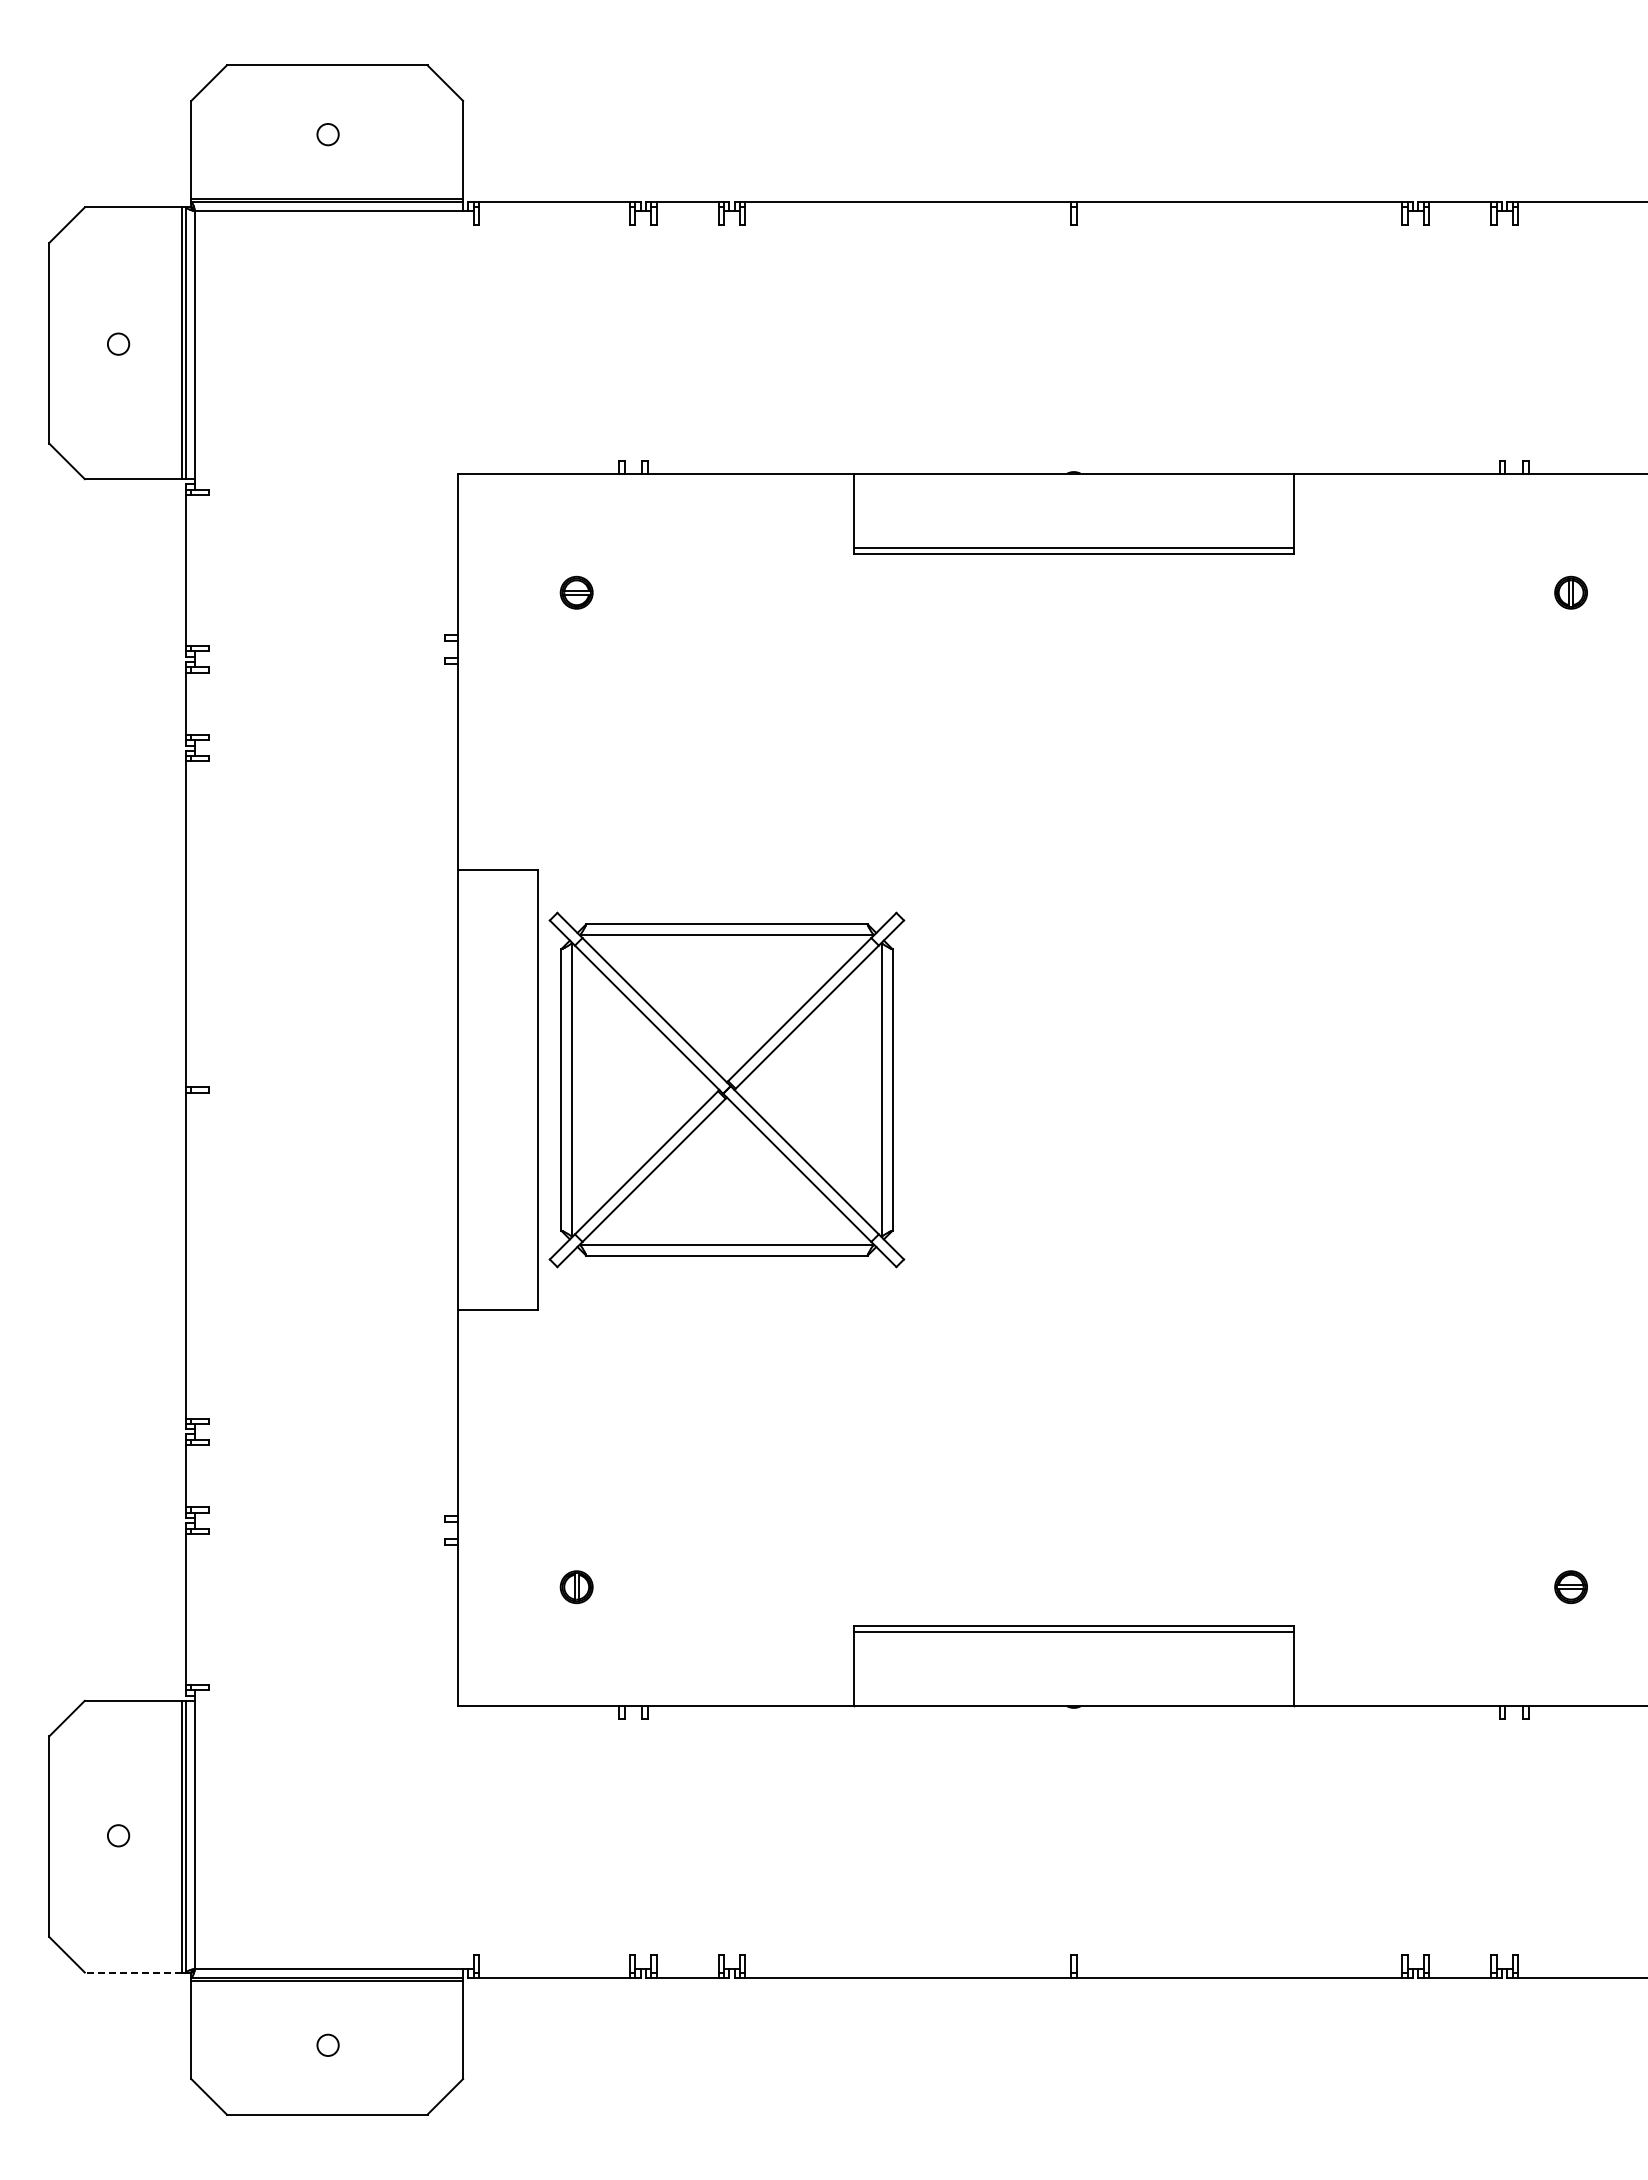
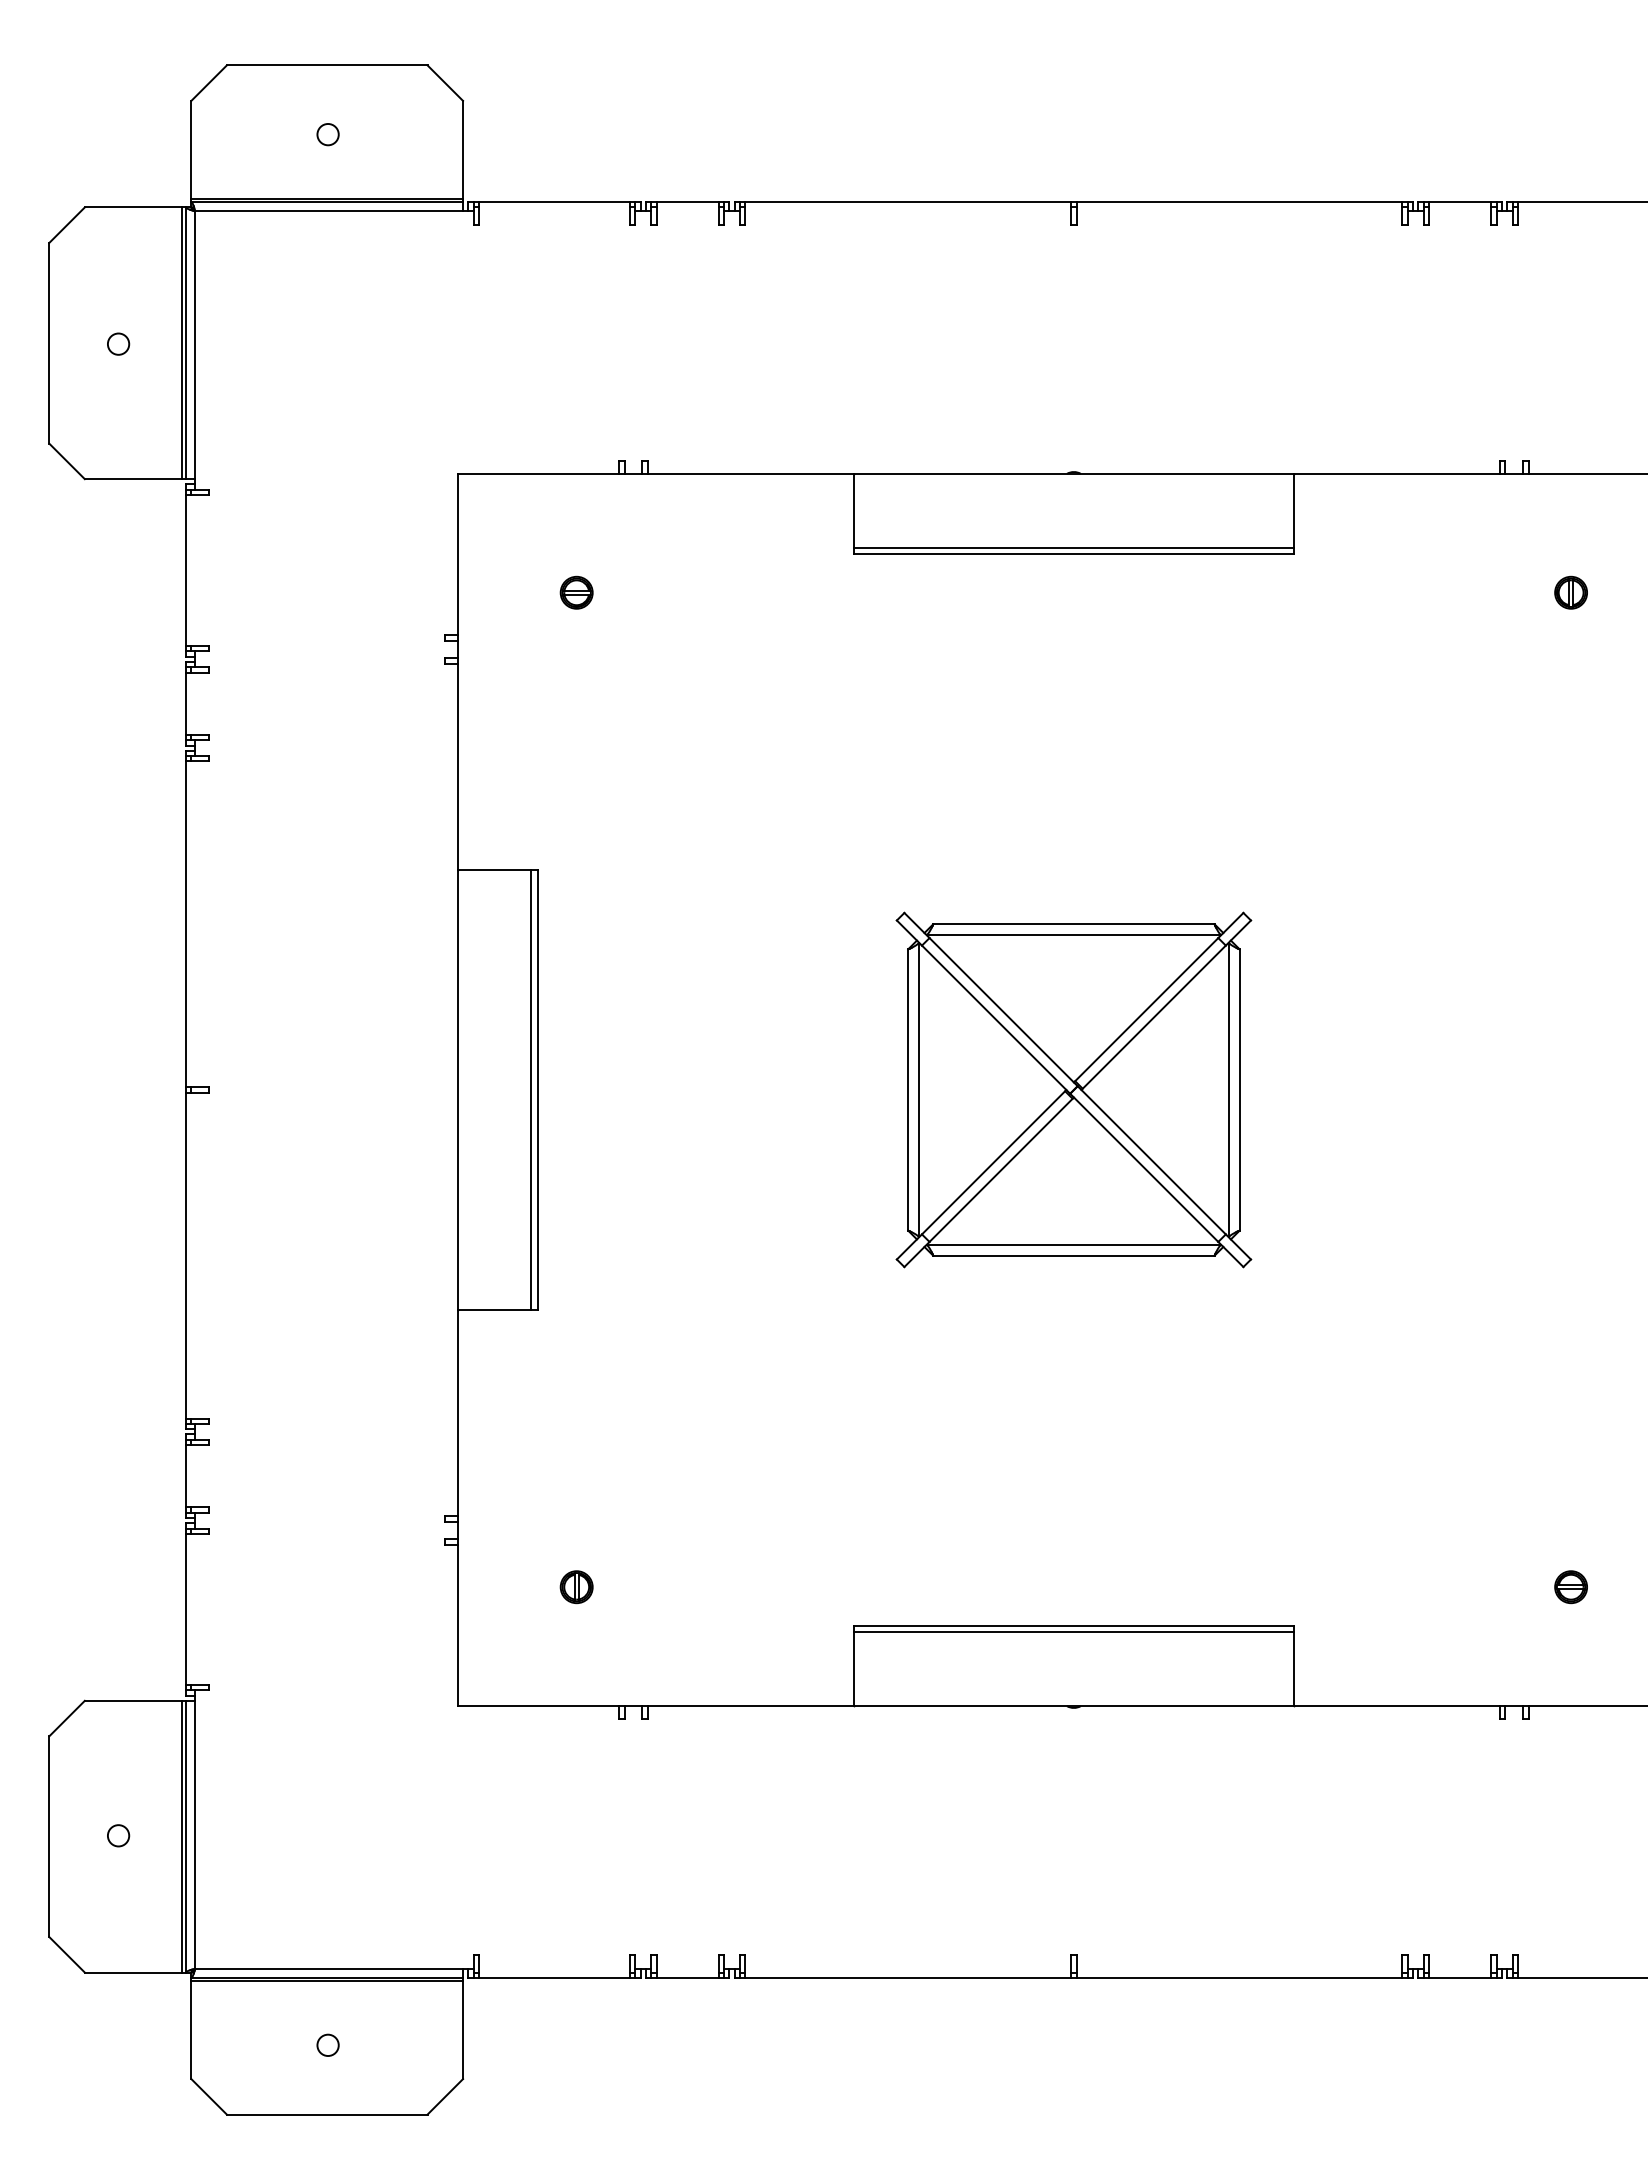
line at (531, 1089): none -> present
part at (726, 1089) position: (726, 1089) -> (1073, 1089)
line at (133, 1972): dashed -> solid
